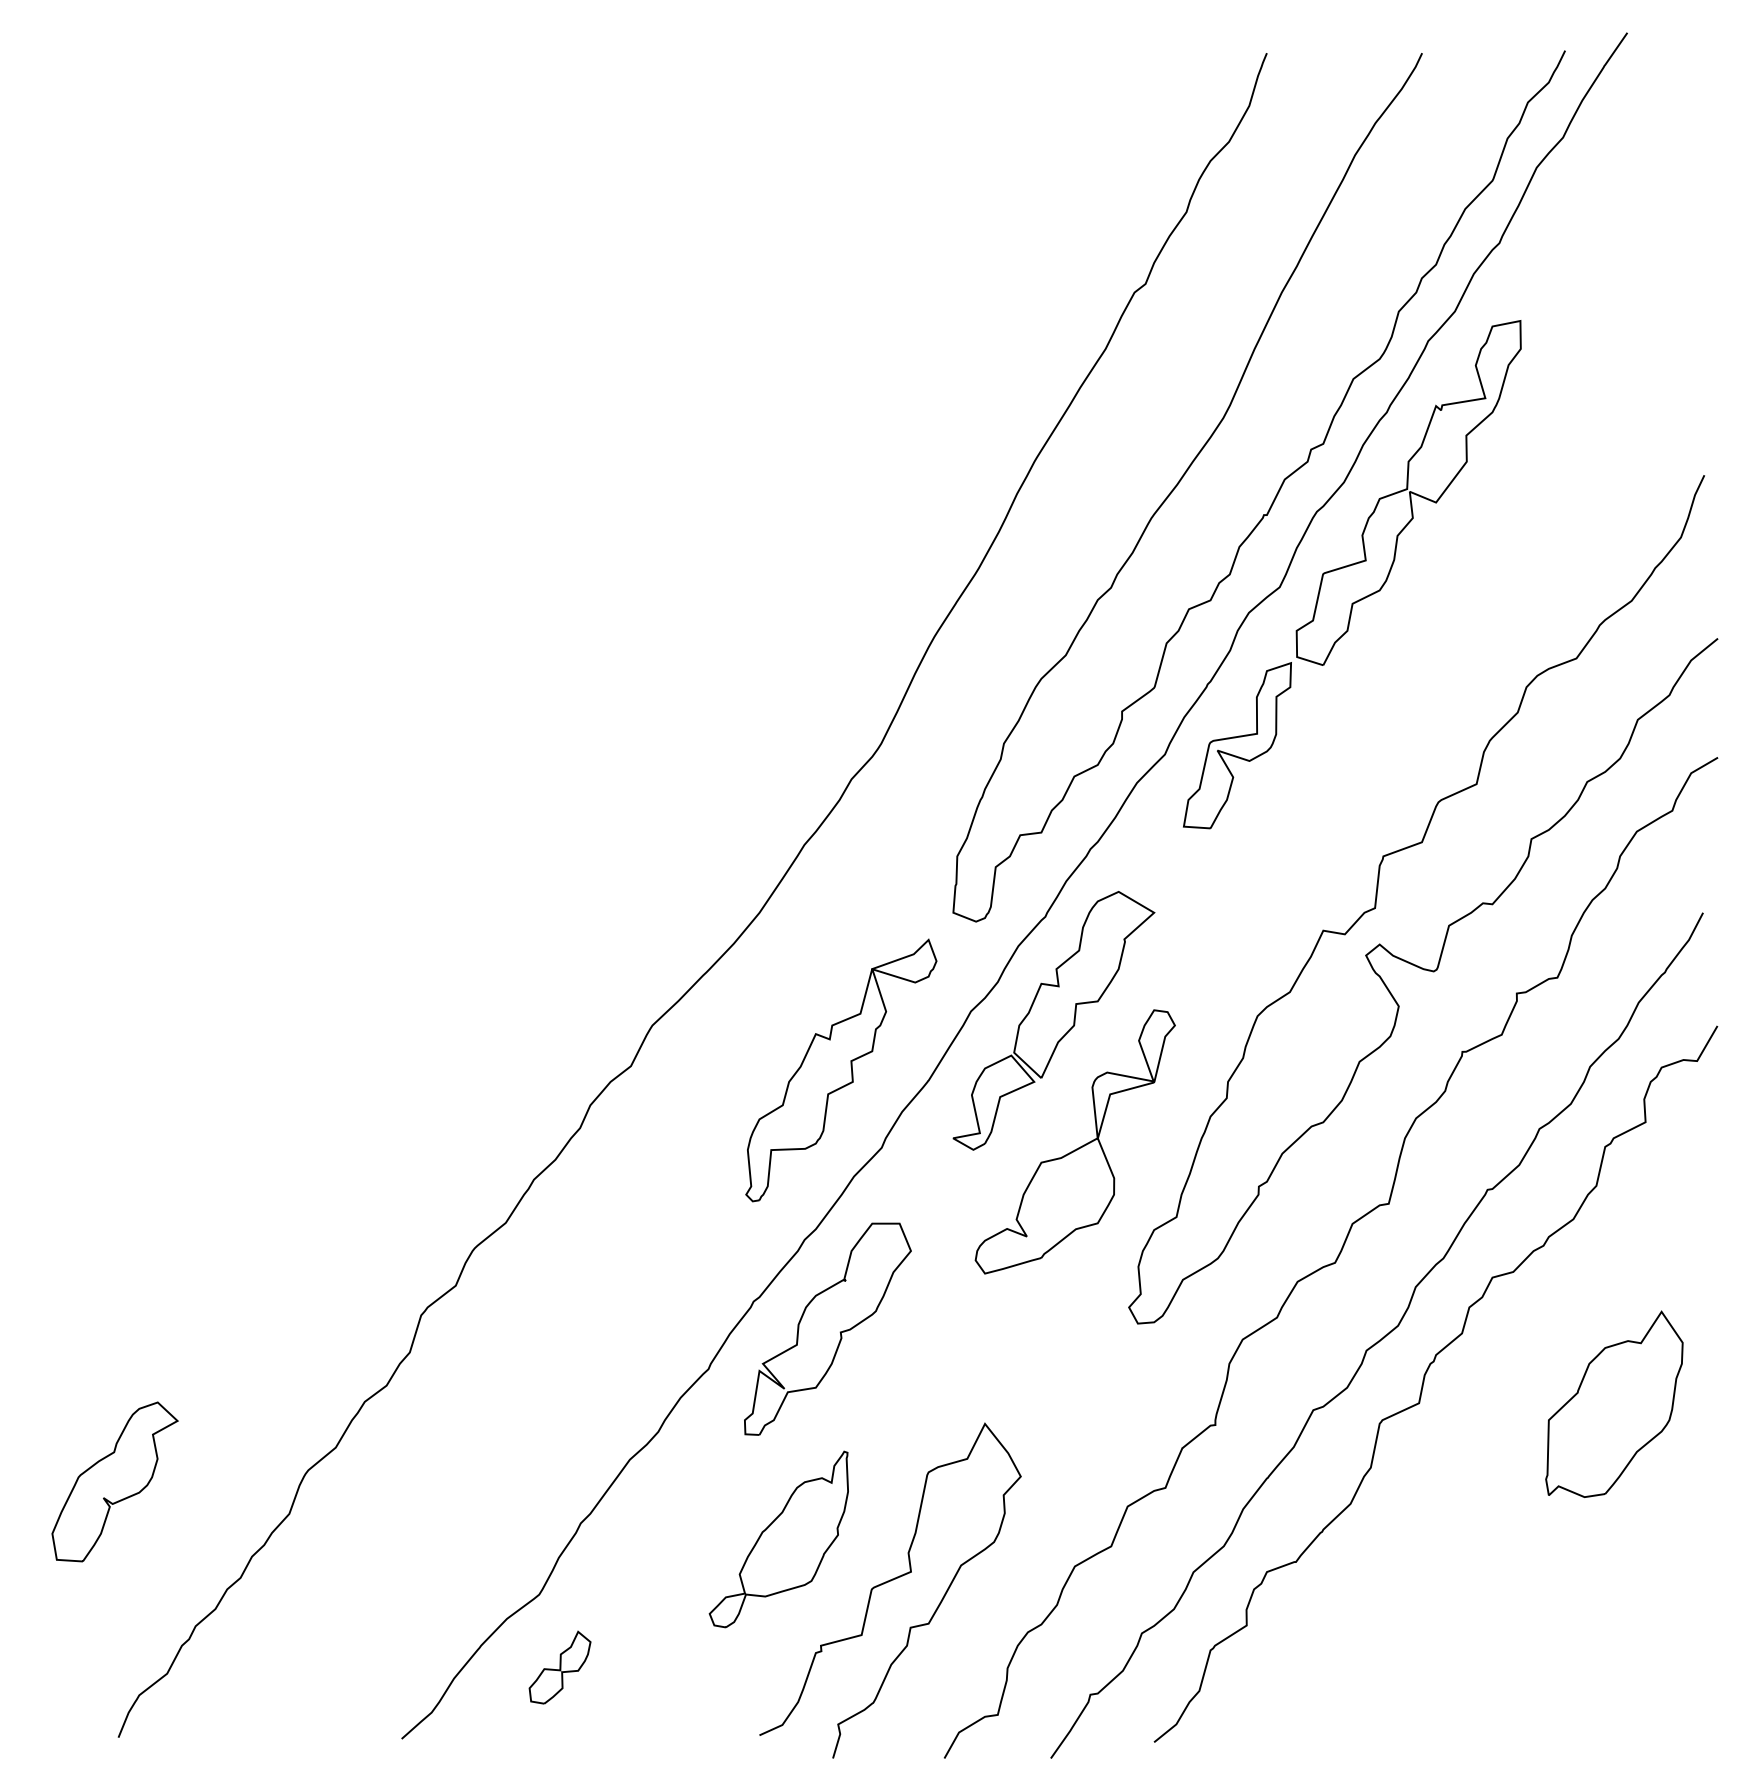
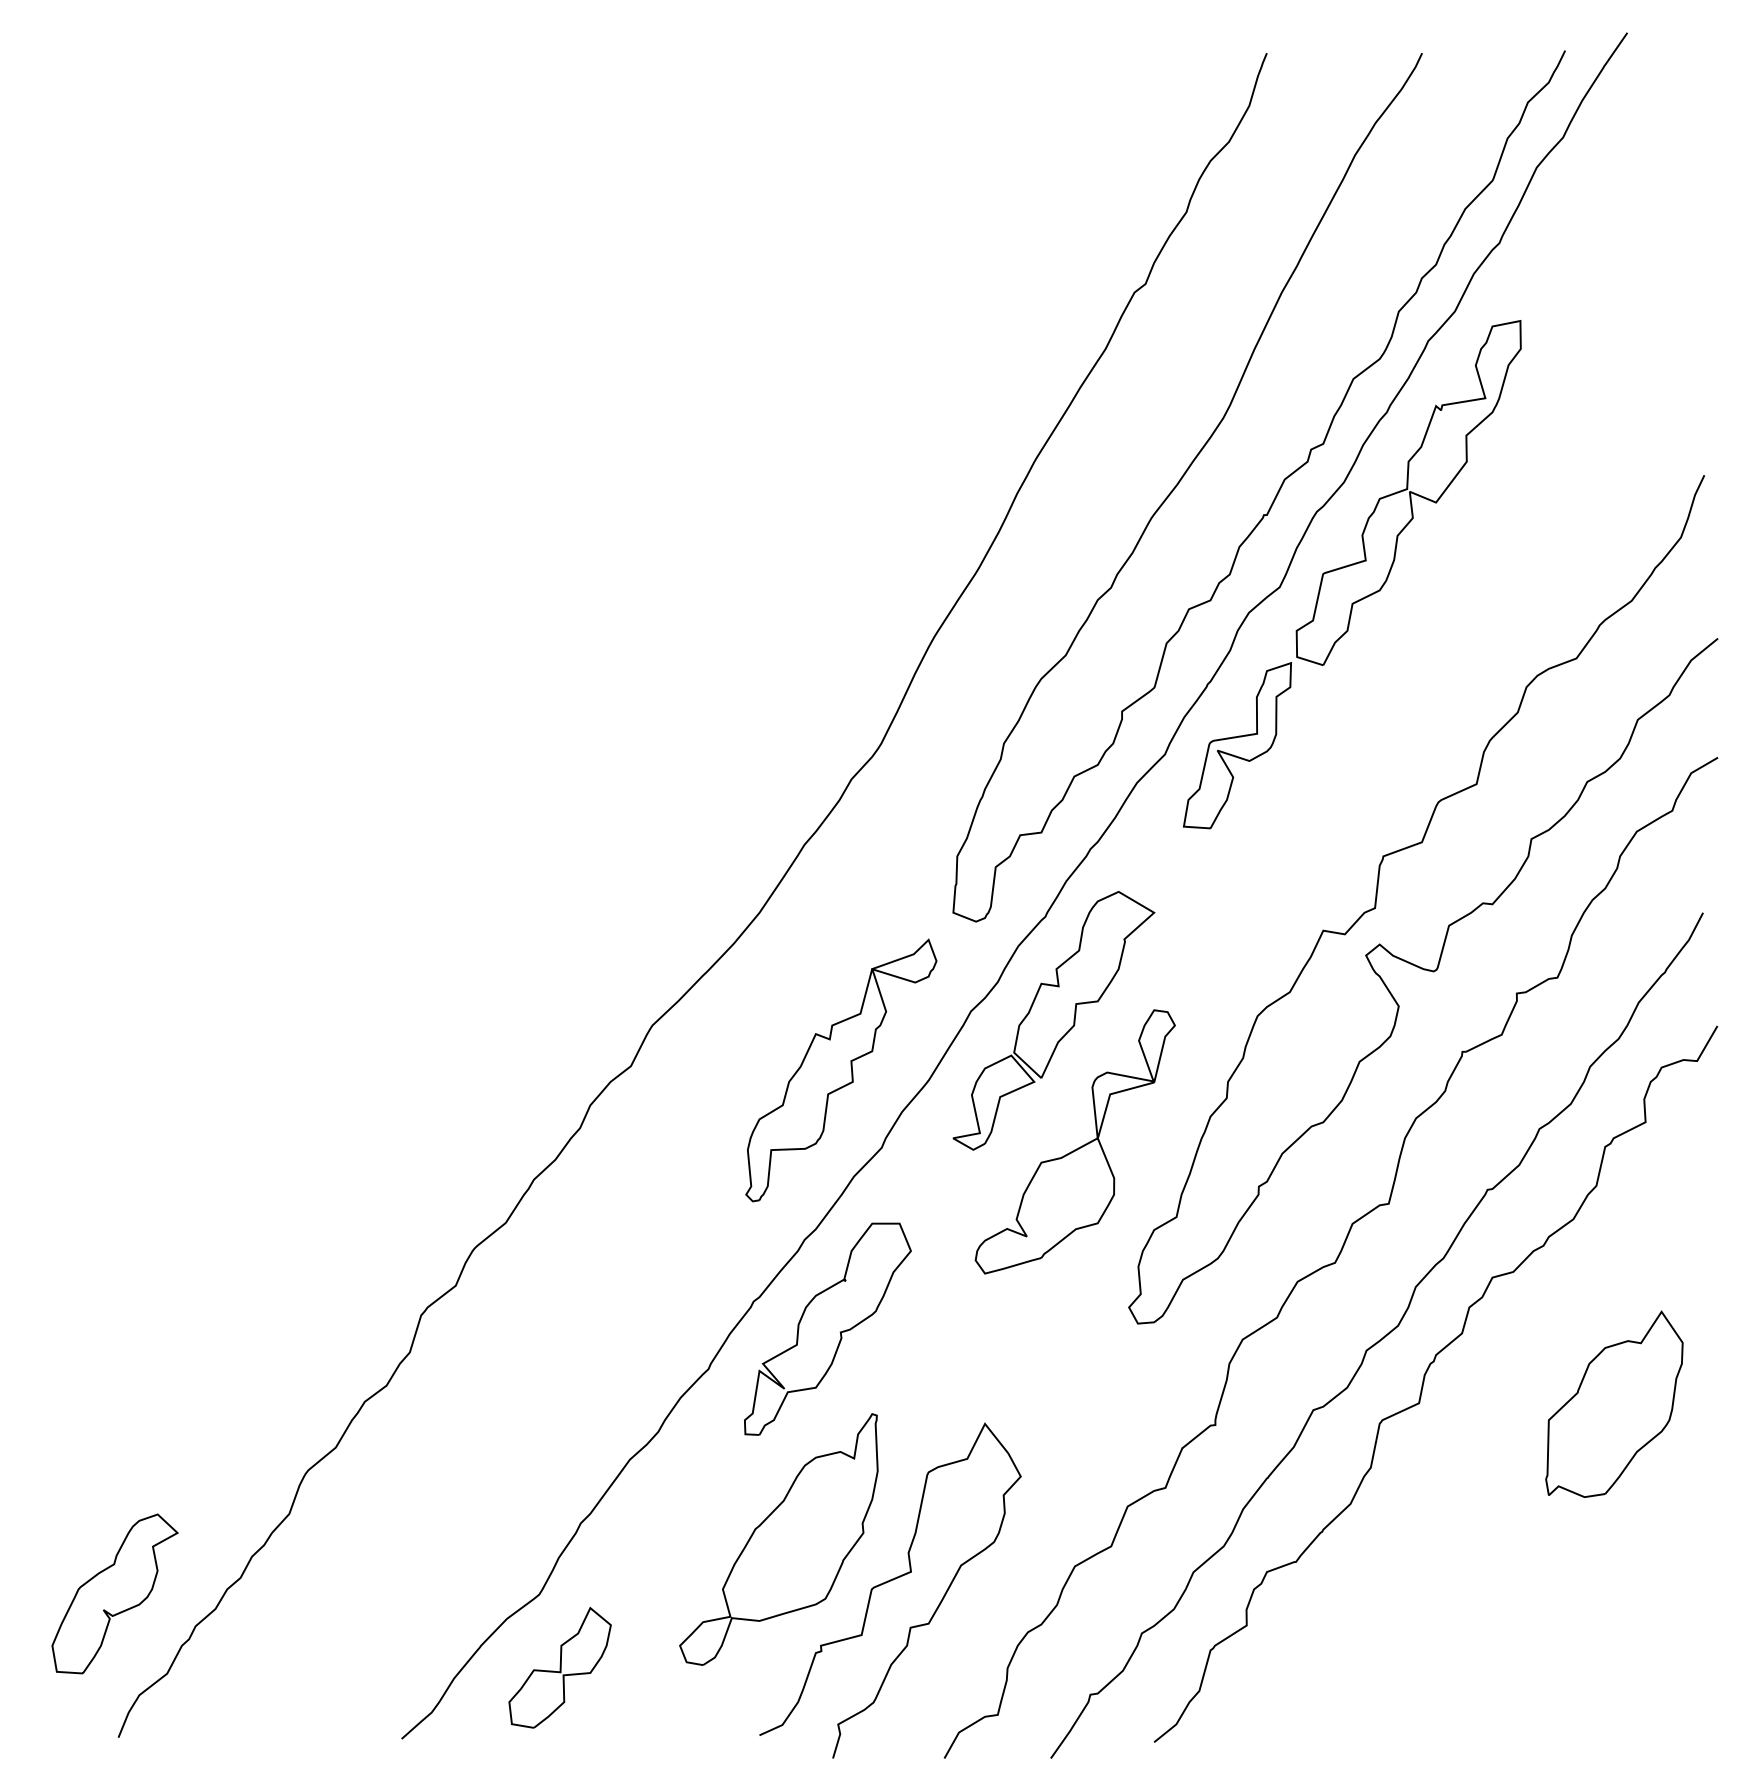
part at (114, 1481) position: (114, 1481) -> (114, 1593)
part at (778, 1539) size: 141x179 px -> 200x253 px
part at (559, 1667) size: 64x75 px -> 104x123 px
